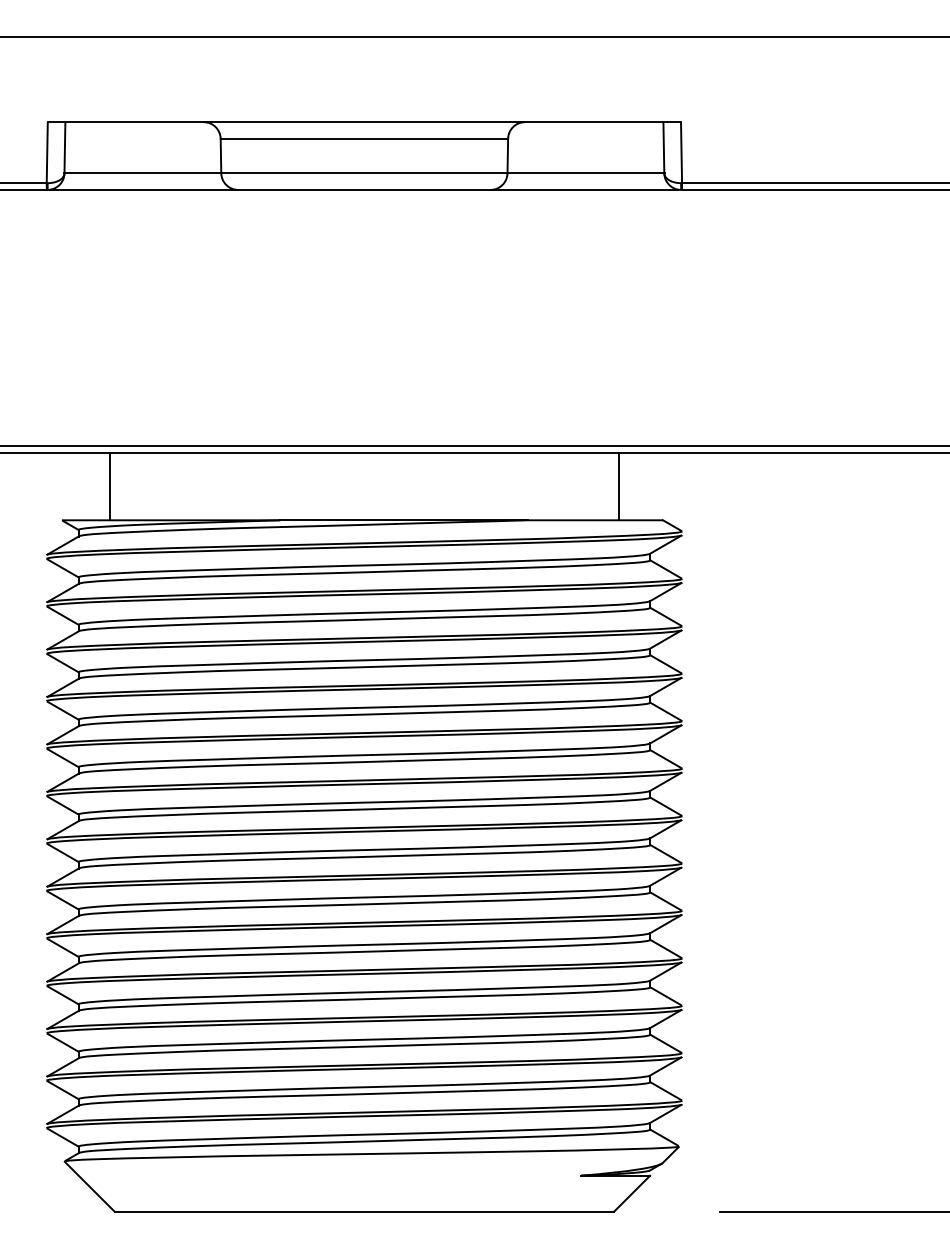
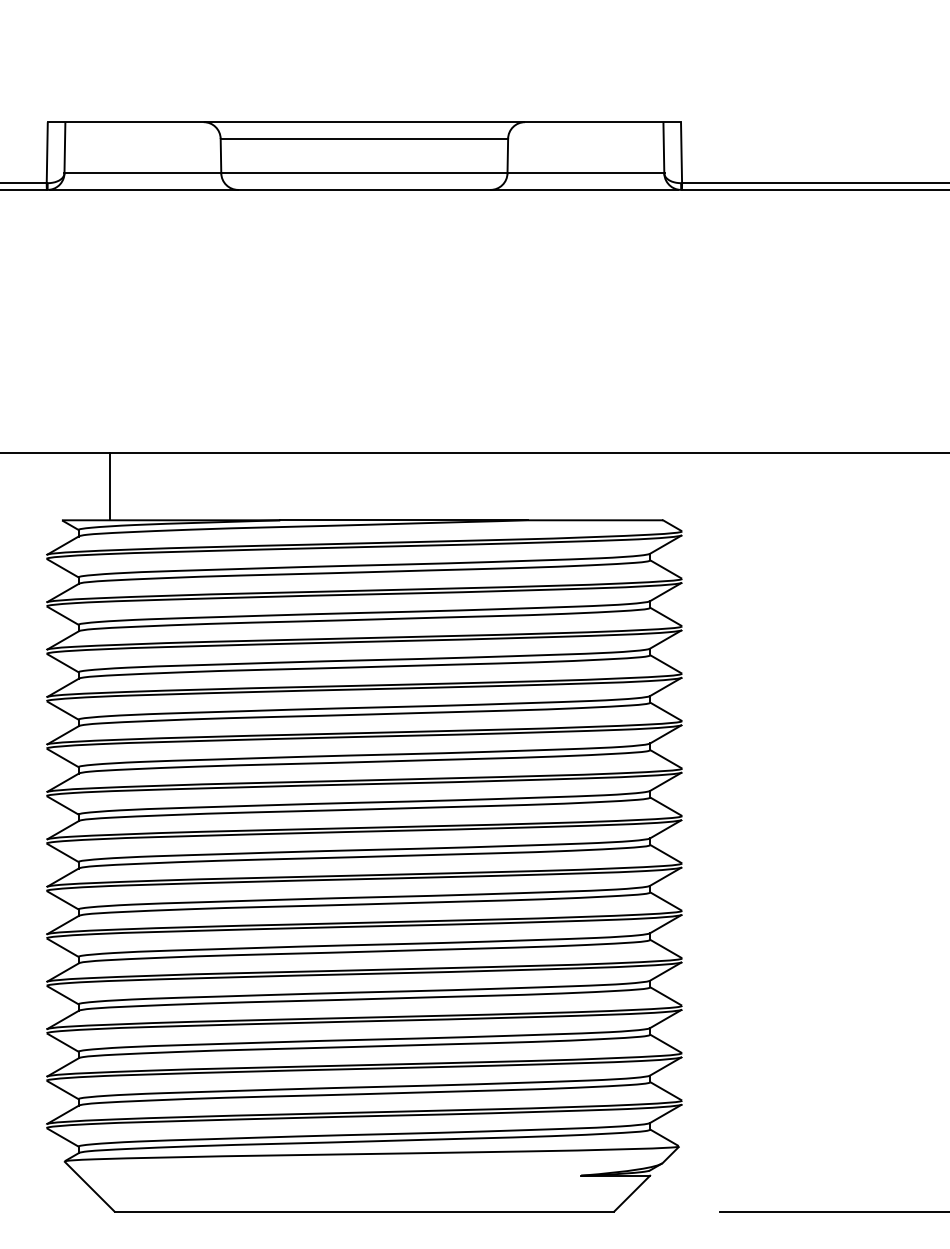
line at (474, 37): present -> none
line at (474, 445): present -> none
line at (618, 486): present -> none
